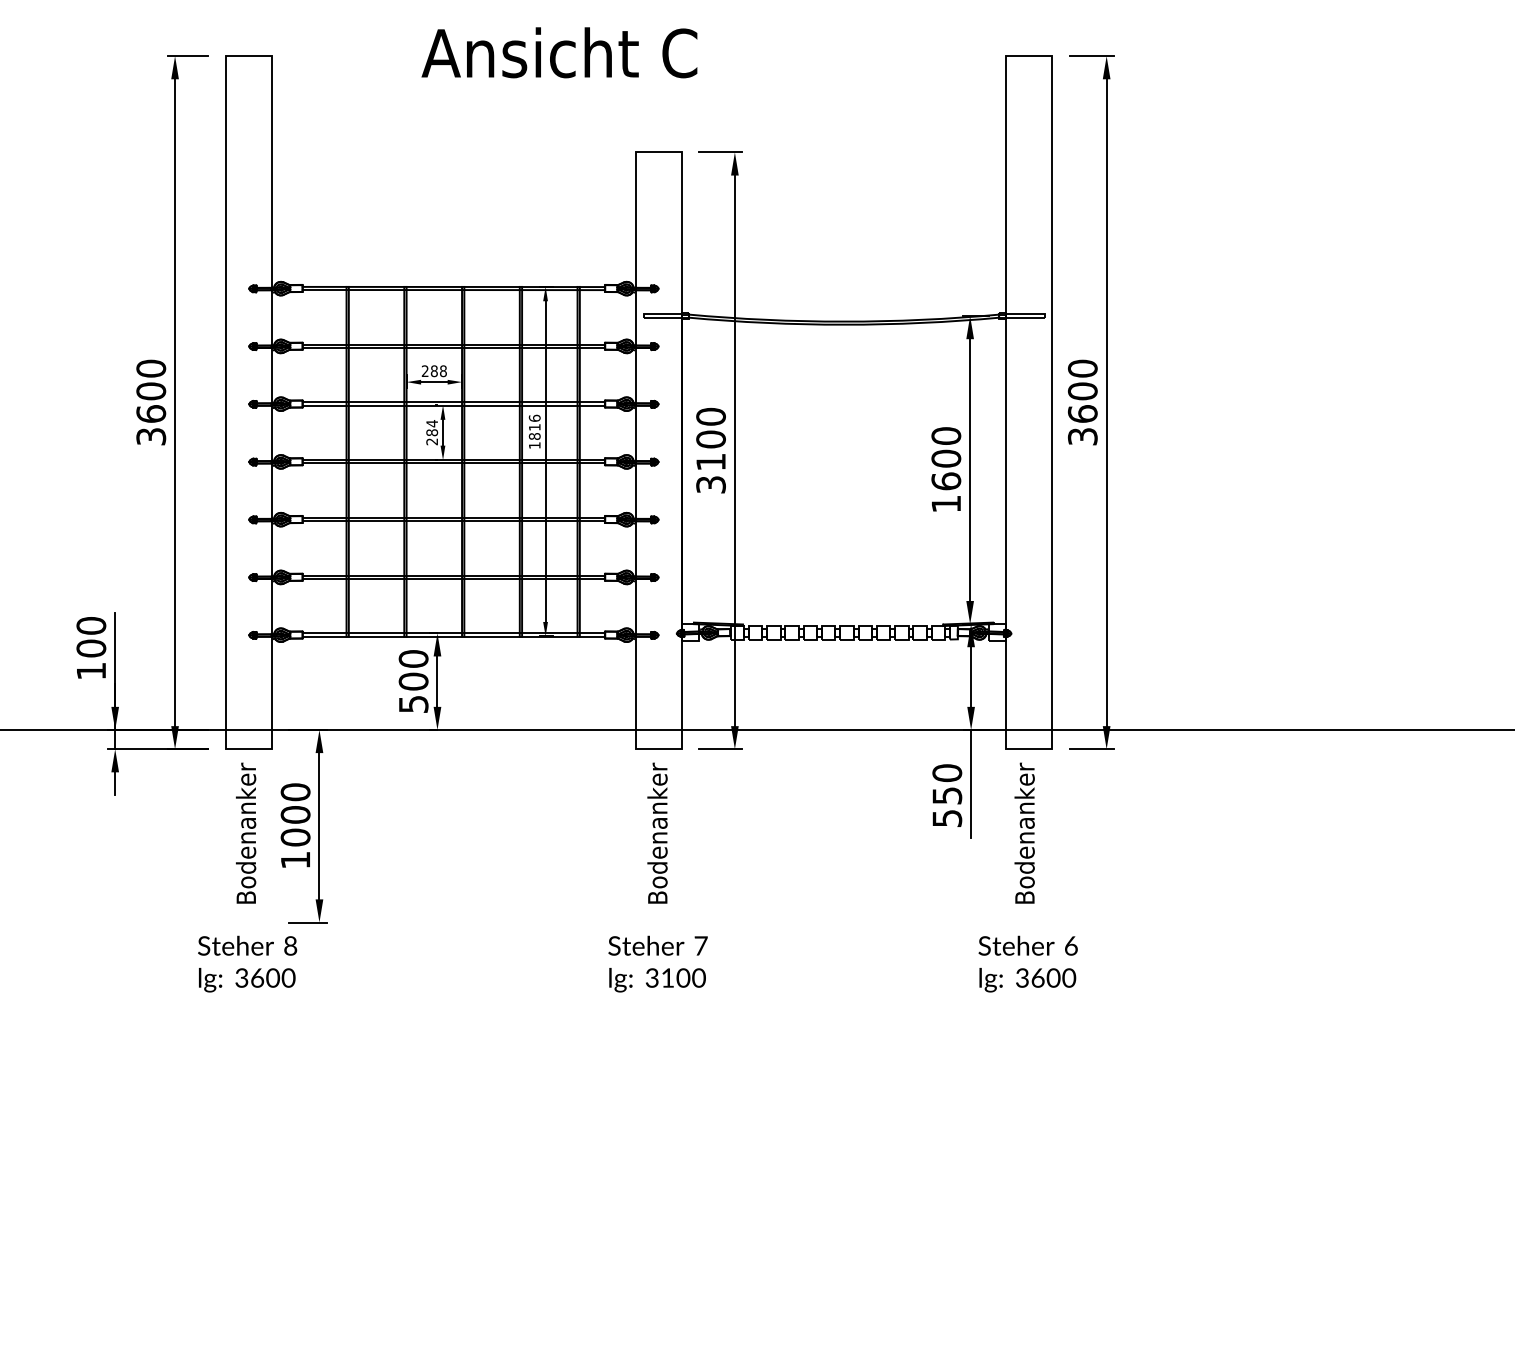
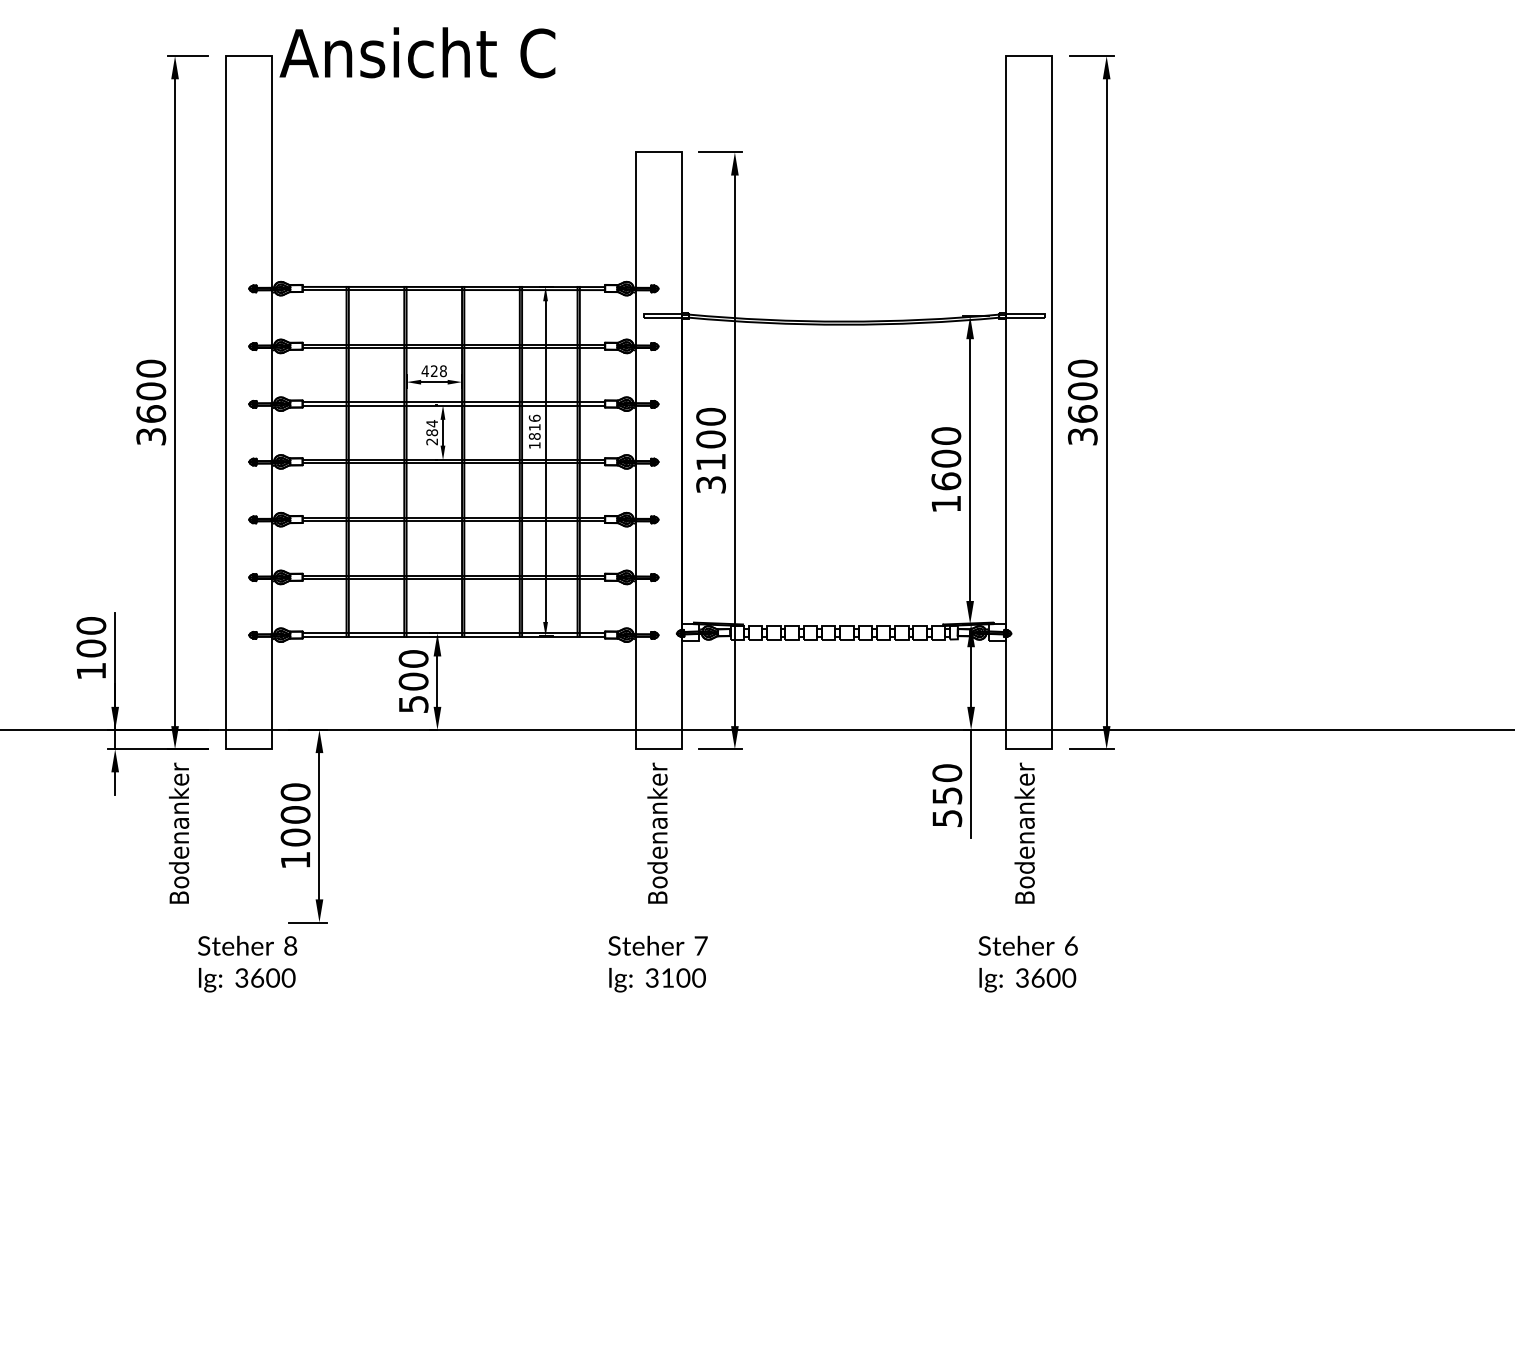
text at (559, 52) position: (559, 52) -> (417, 52)
text at (429, 371): 288 -> 428
text at (246, 832) position: (246, 832) -> (179, 832)
